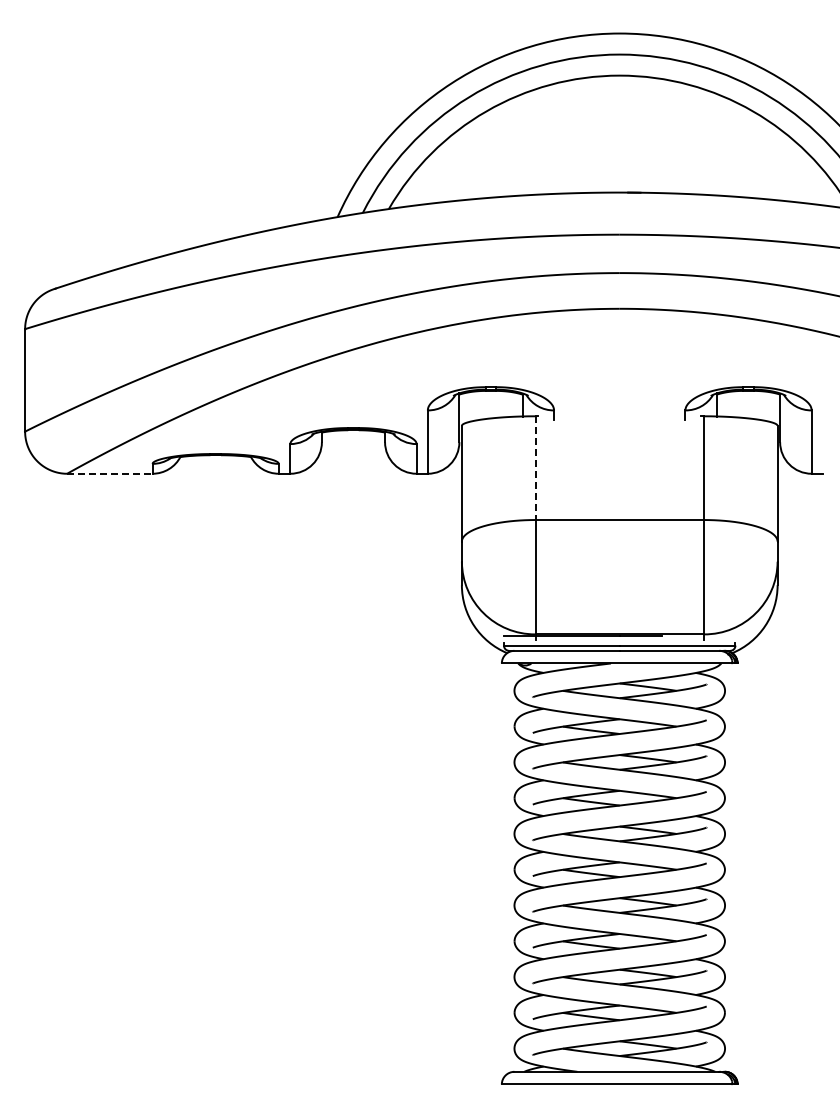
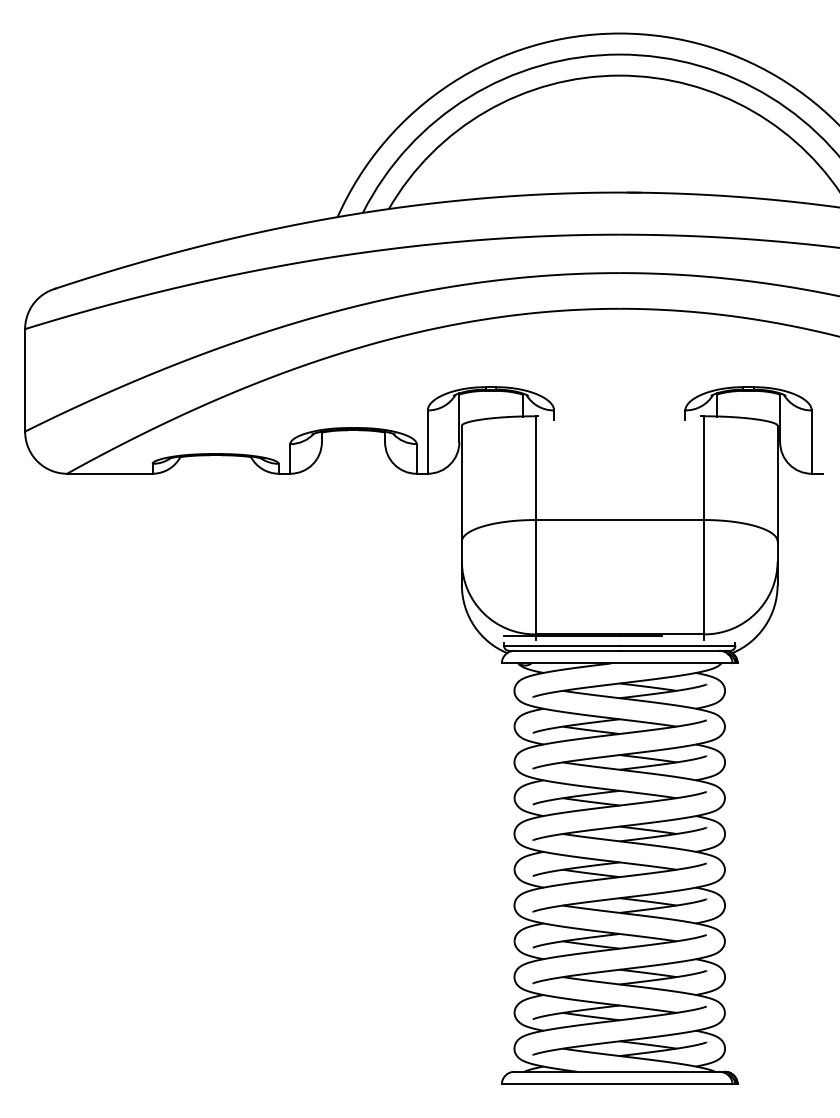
line at (535, 468): dashed -> solid
line at (109, 473): dashed -> solid
